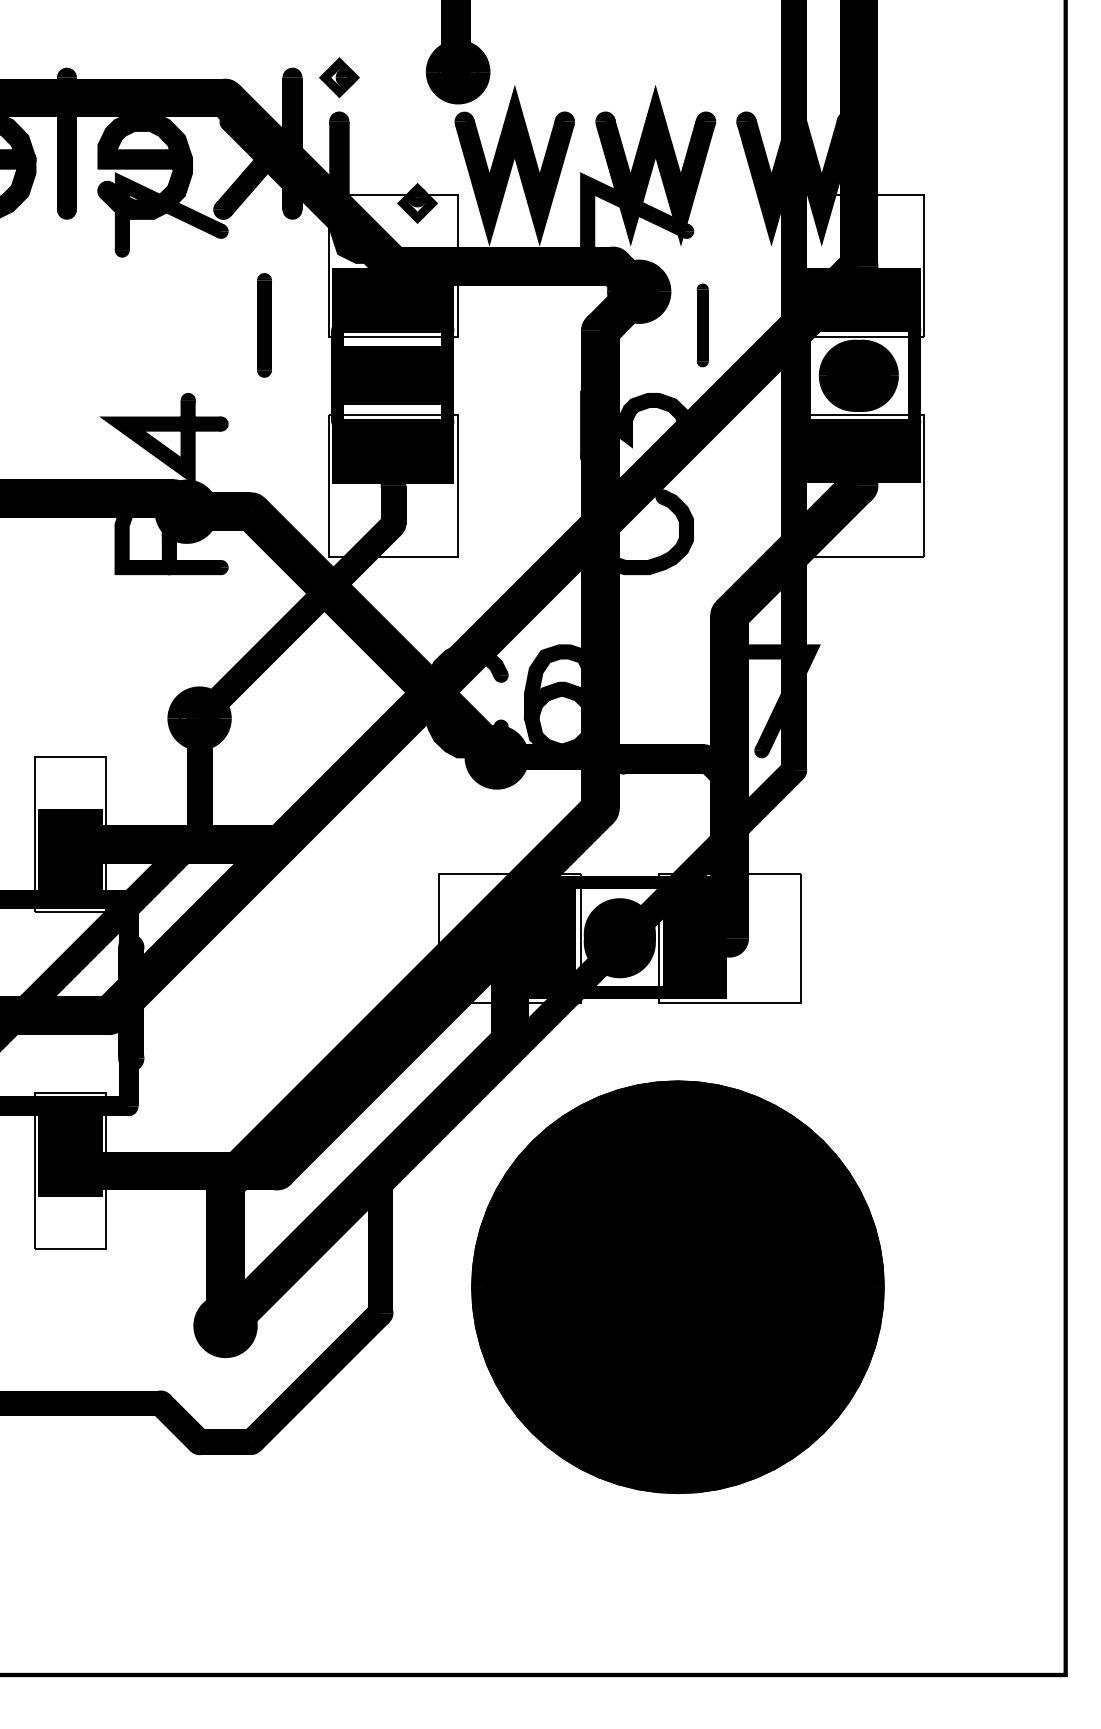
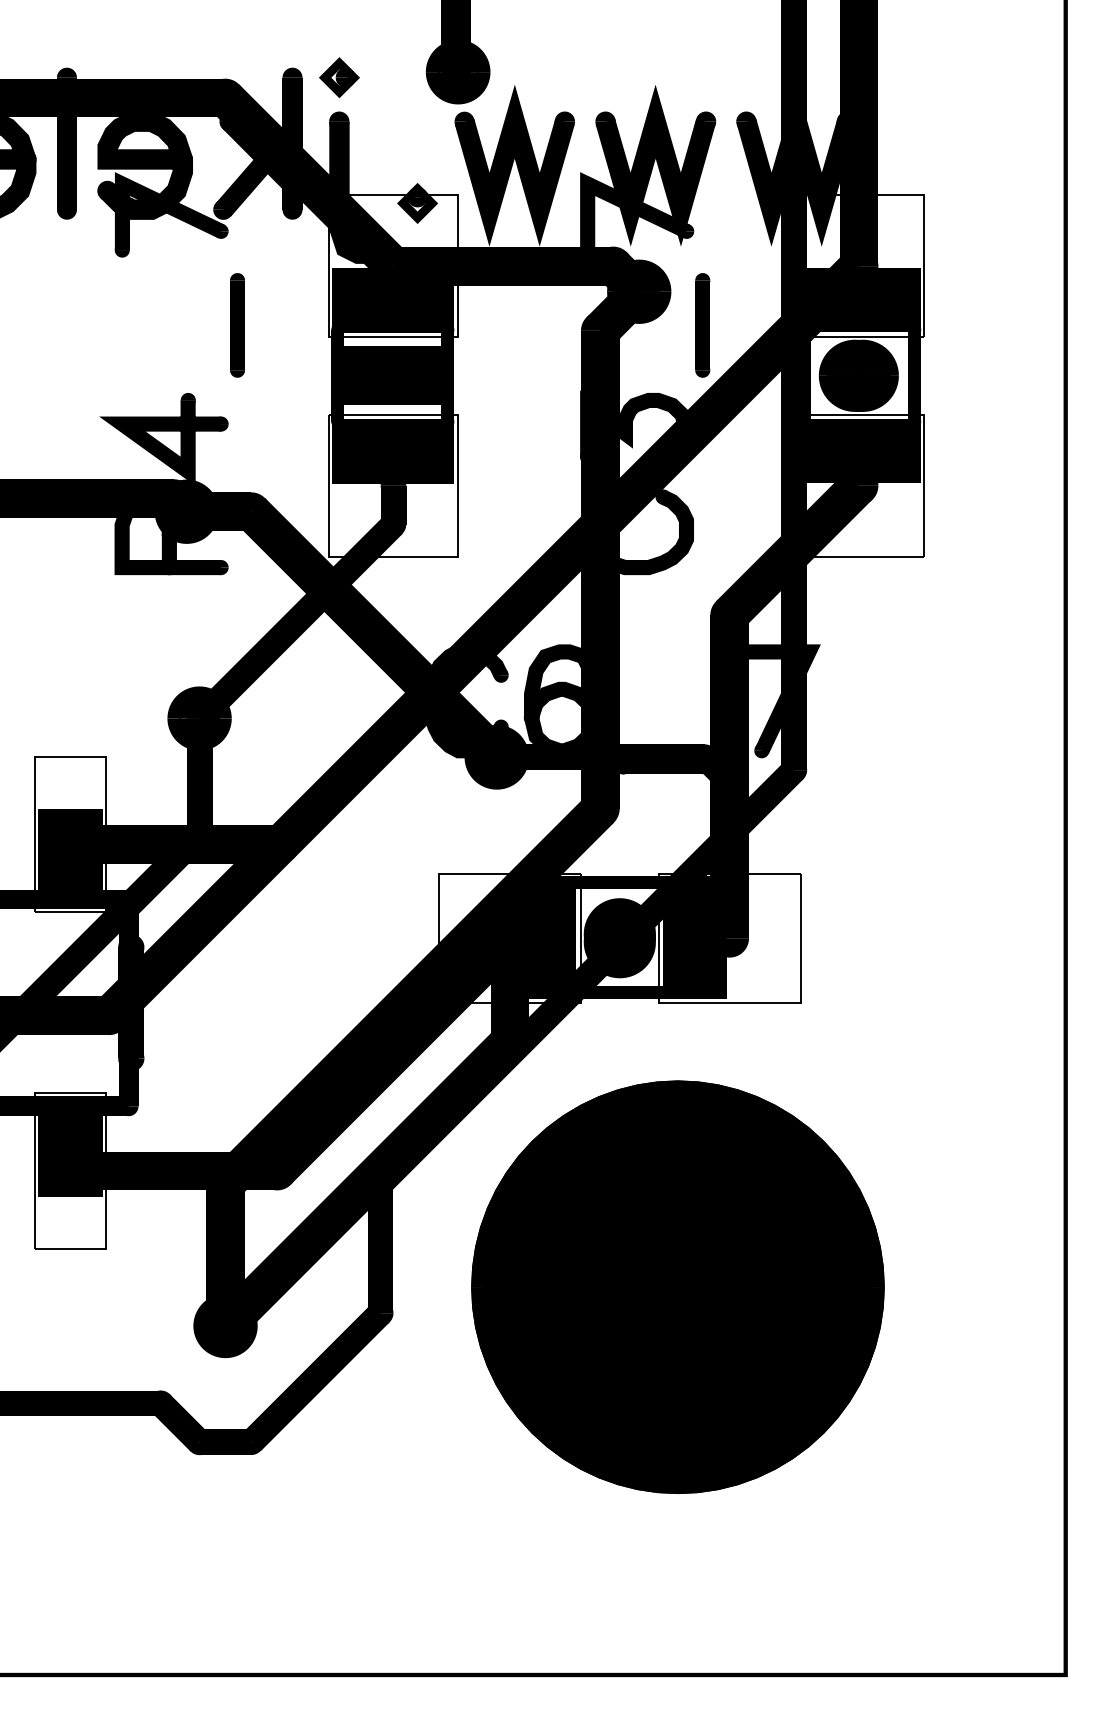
part at (264, 325) position: (264, 325) -> (237, 325)
part at (702, 325) size: 13x85 px -> 16x105 px
